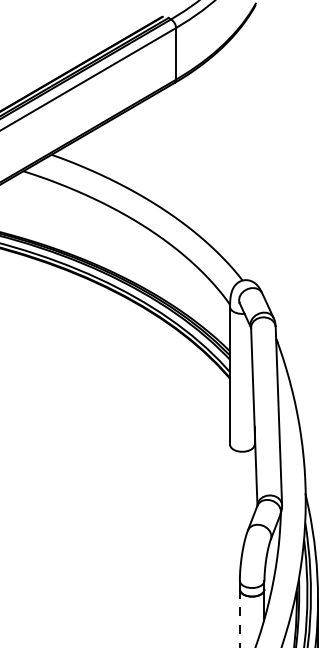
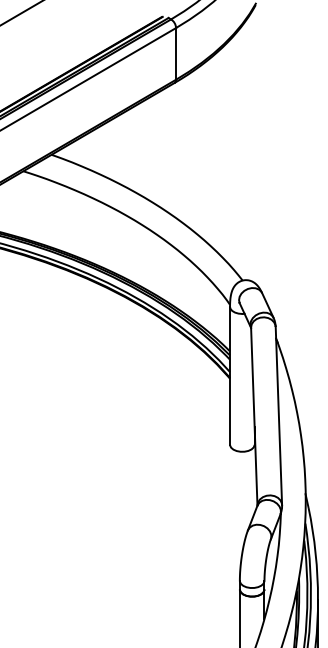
line at (21, 13): none -> present
line at (239, 618): dashed -> solid
